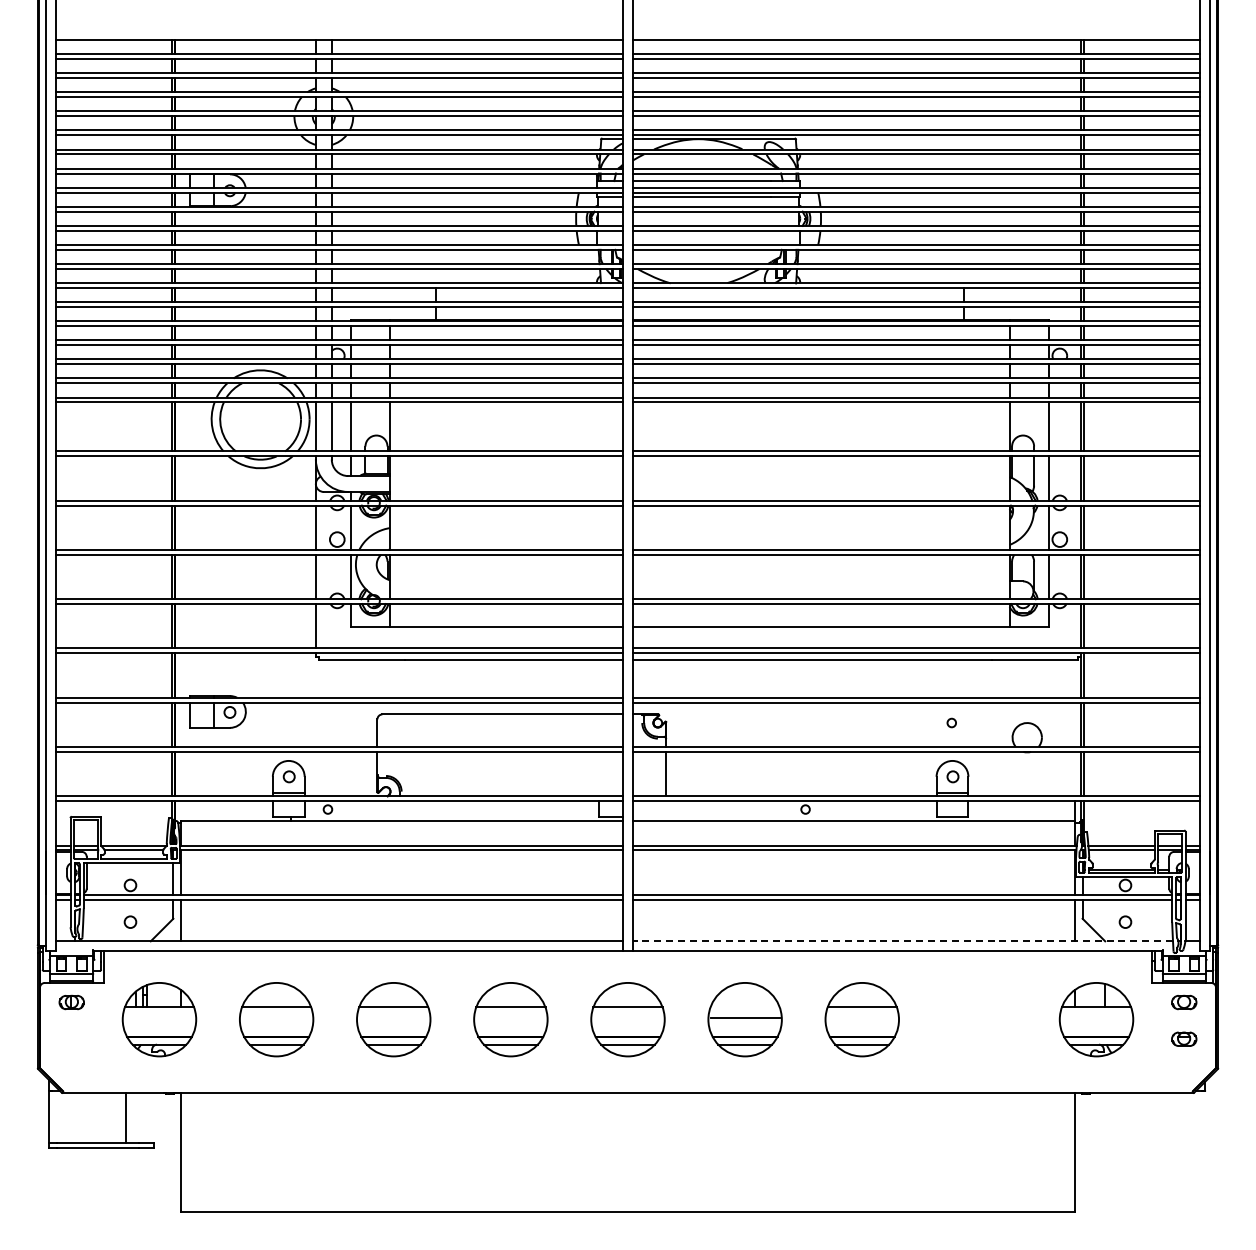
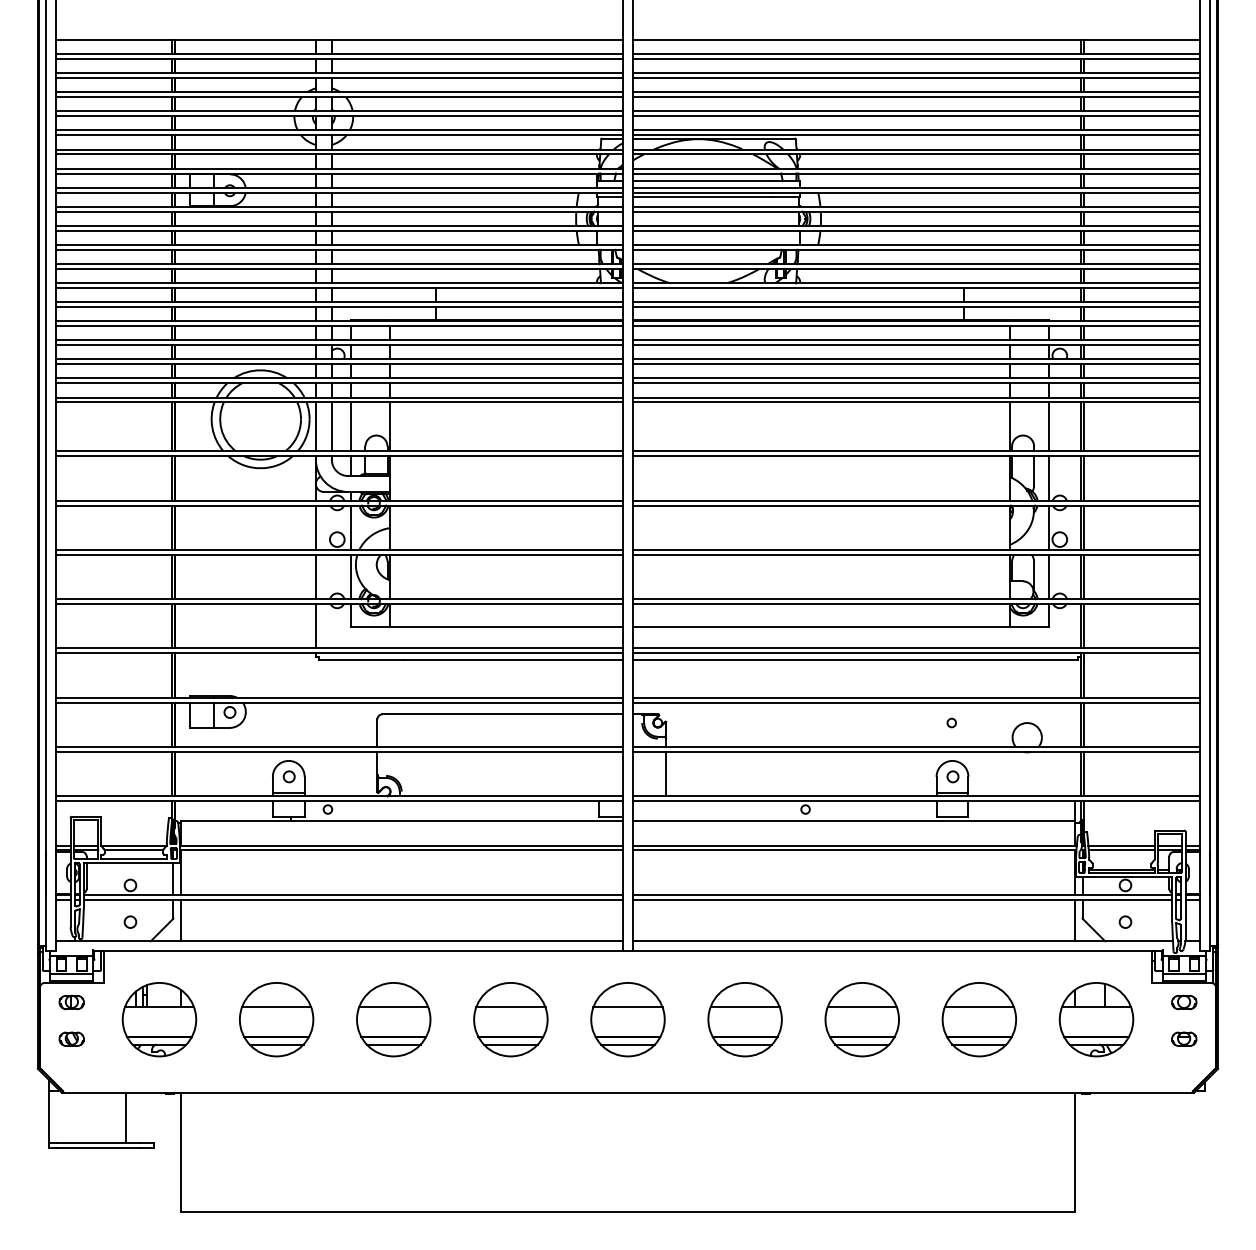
line at (902, 941): dashed -> solid
line at (744, 1018) position: (744, 1018) -> (744, 1007)
part at (978, 1019): none -> present
part at (71, 1038): none -> present
